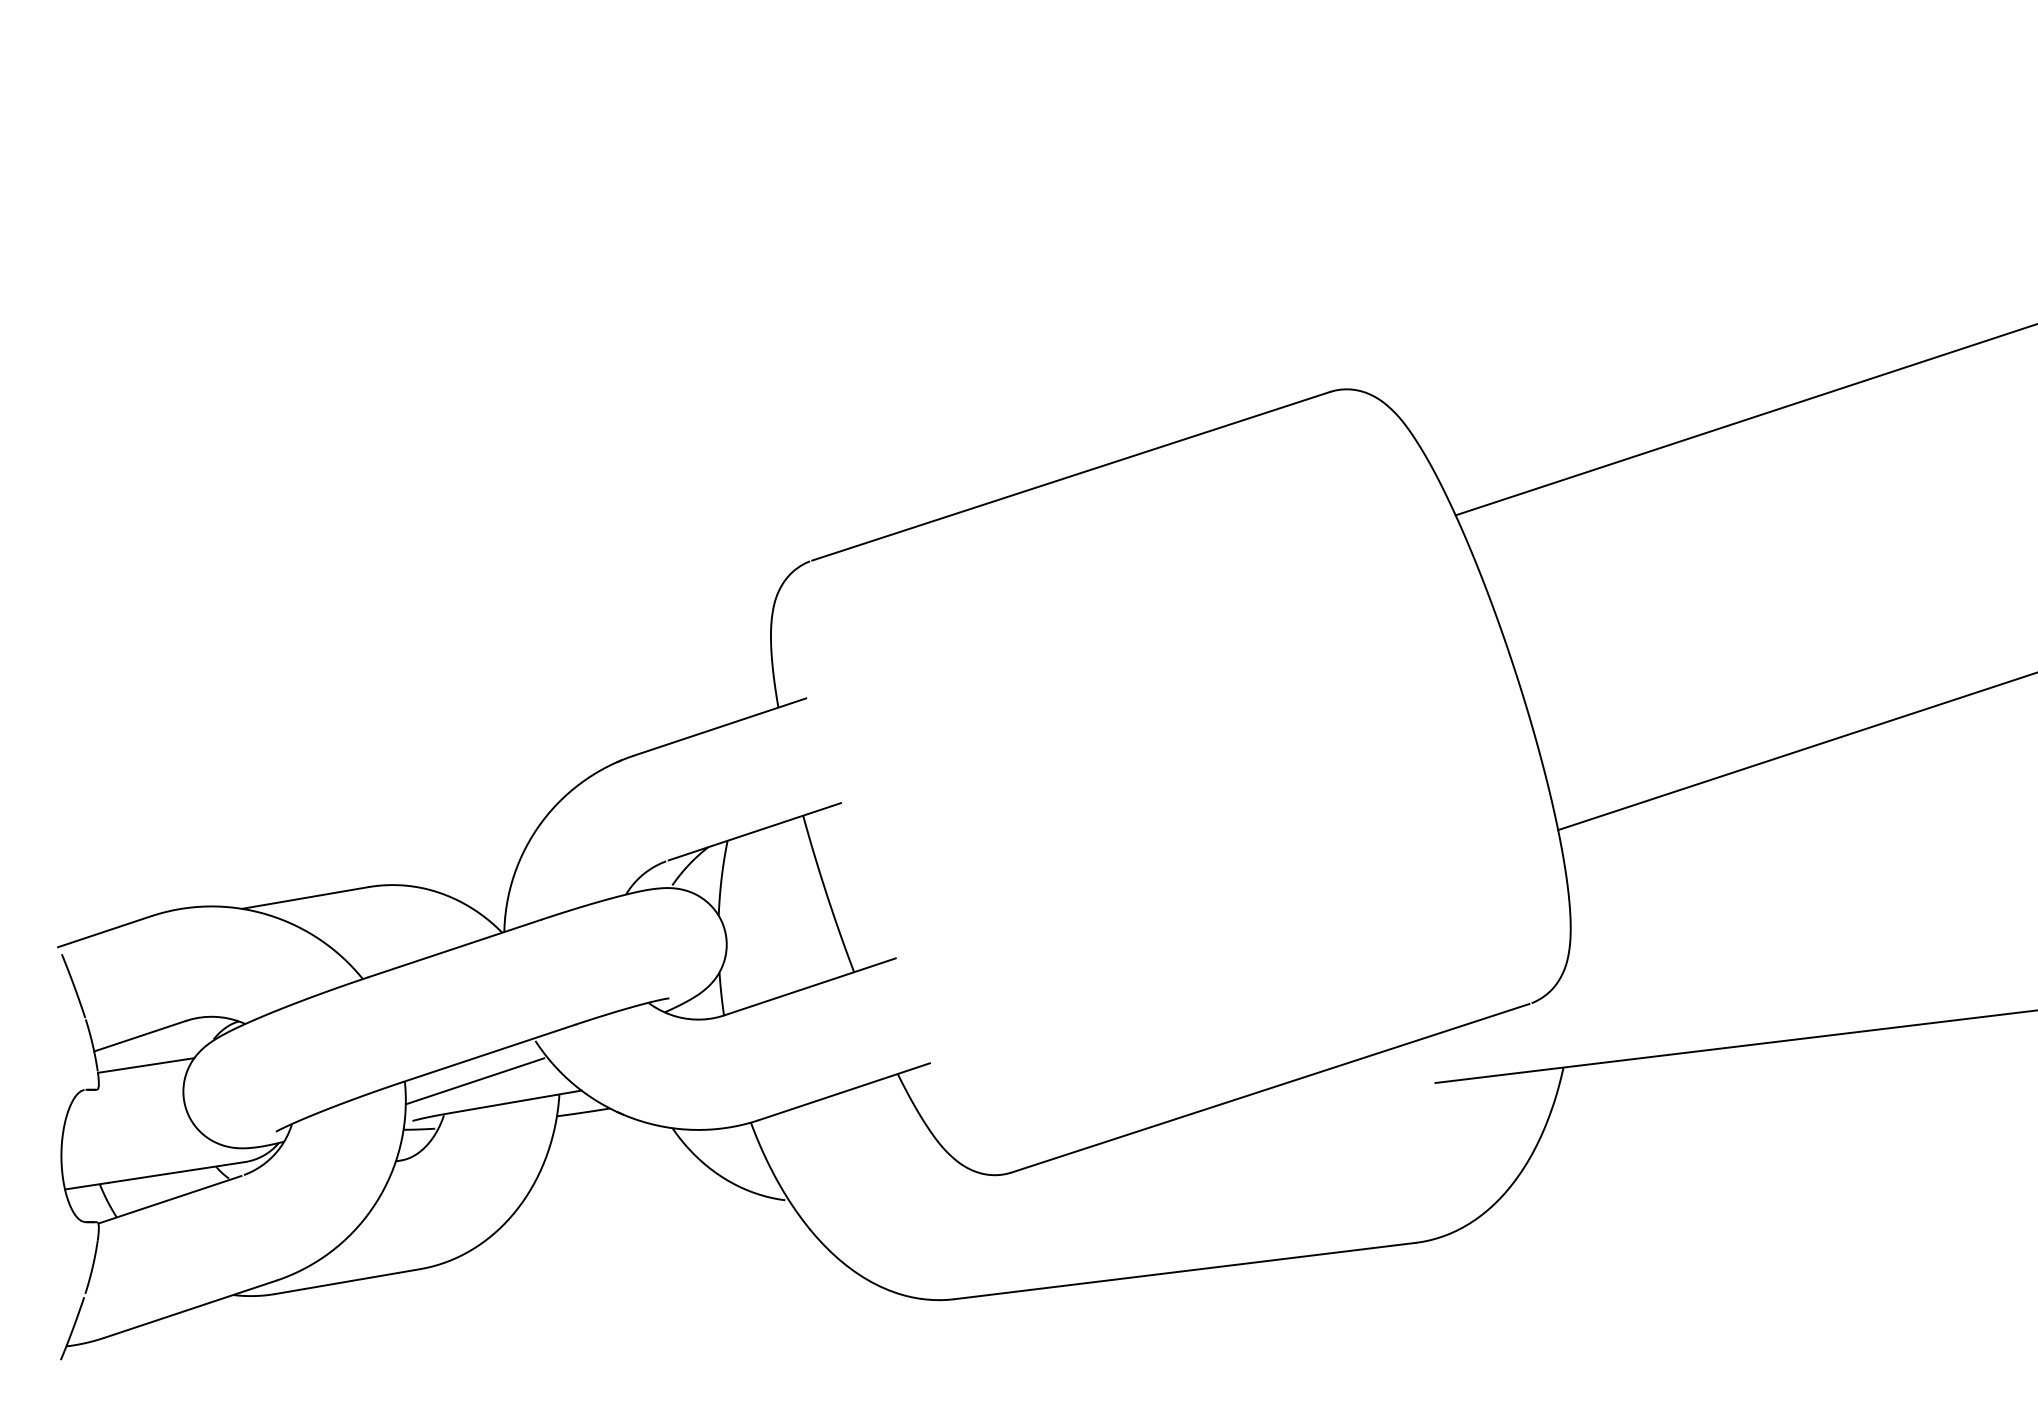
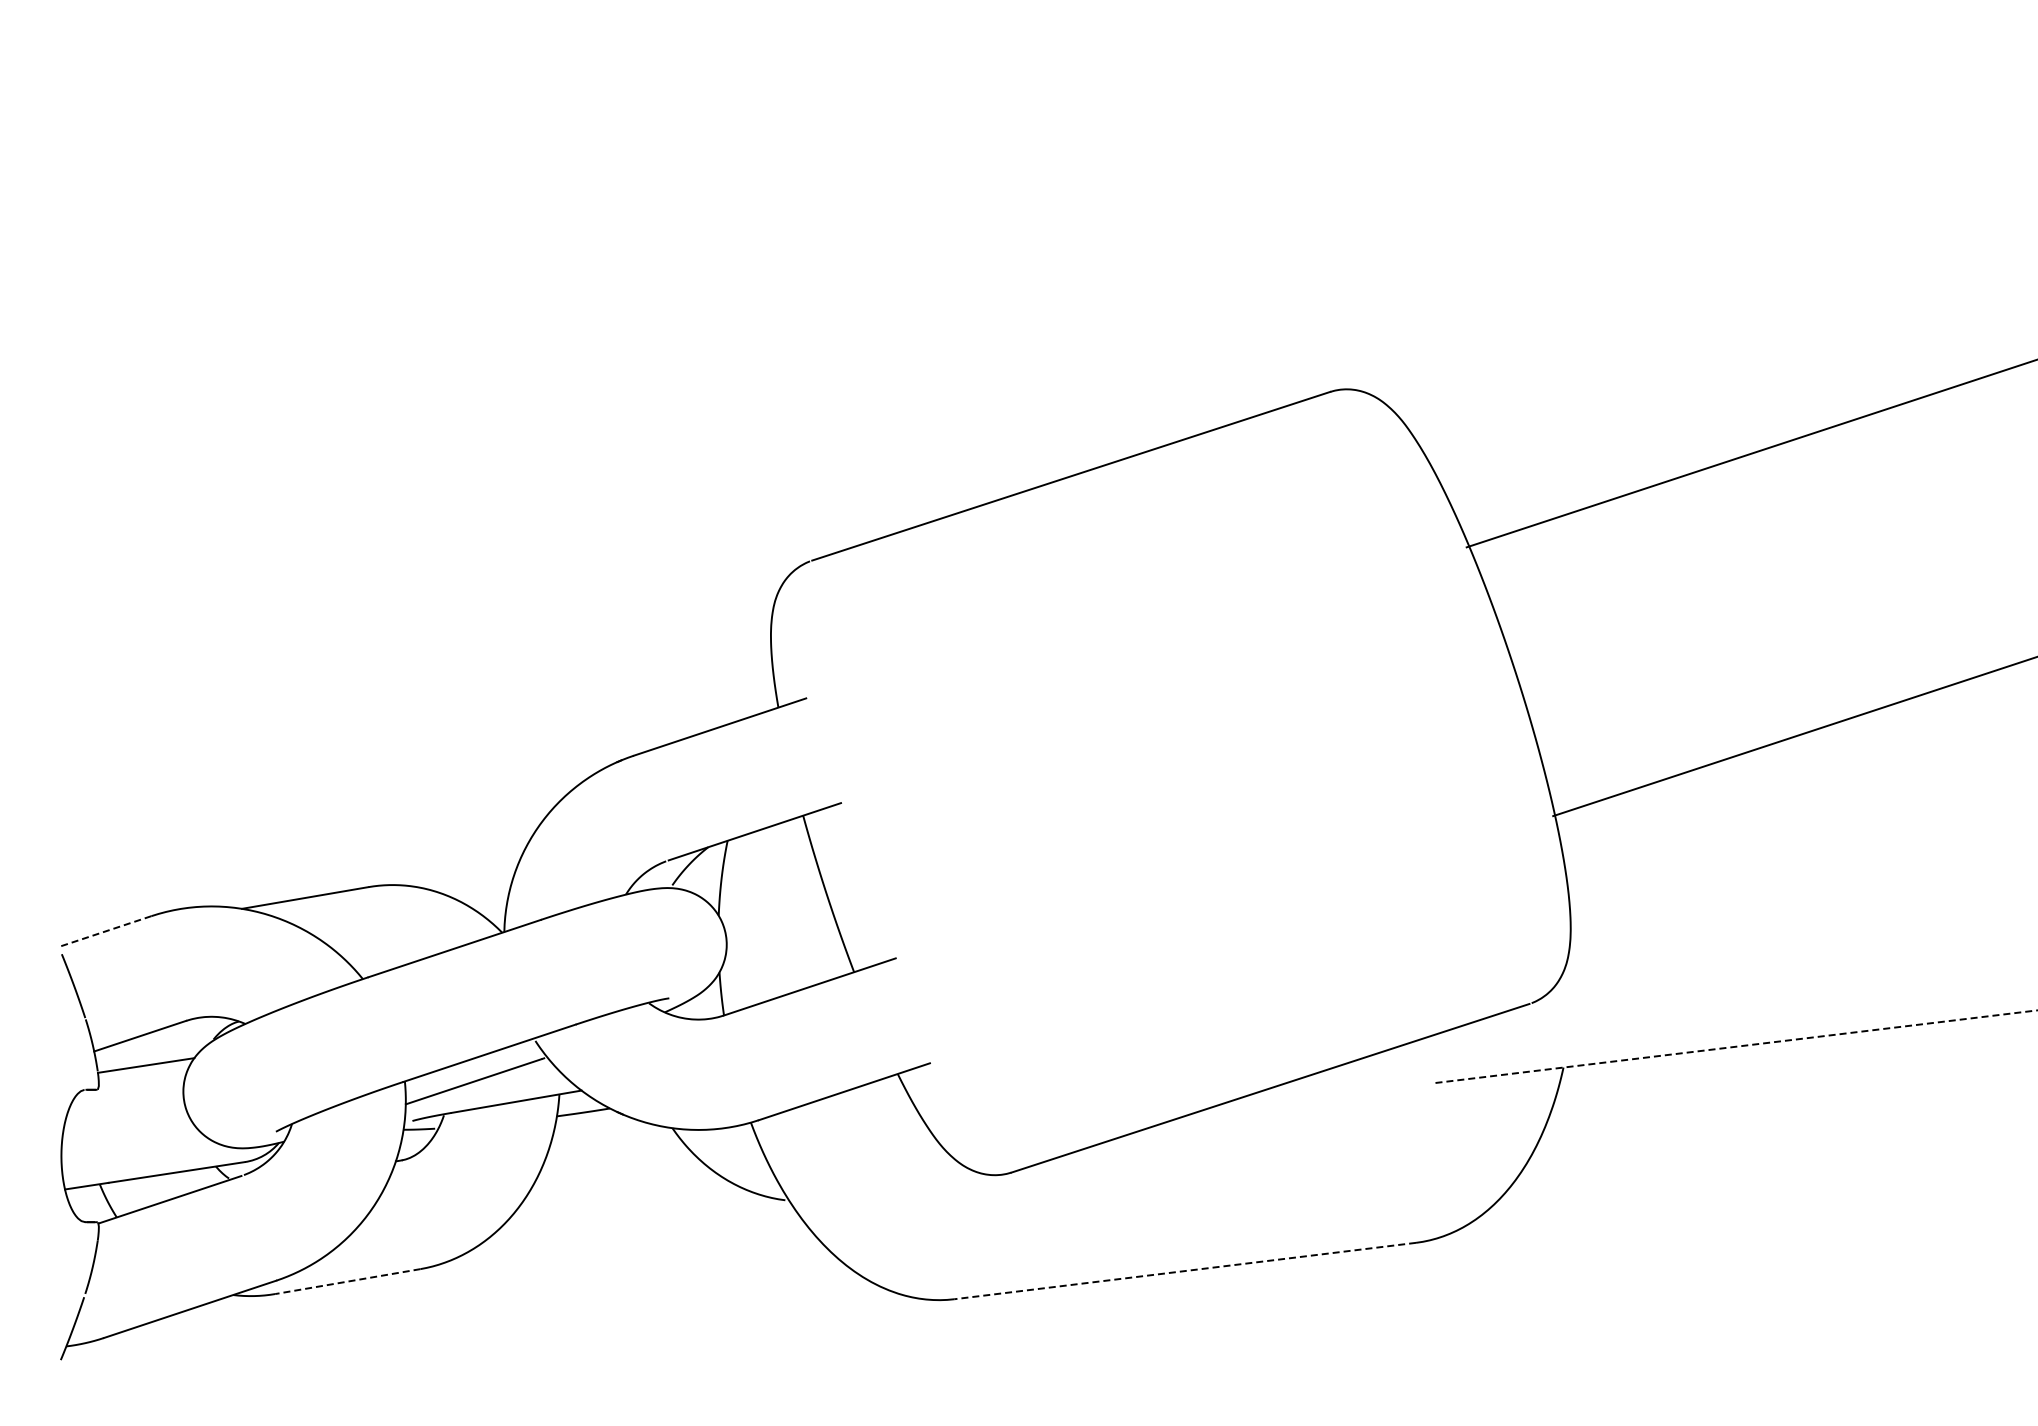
line at (1744, 420) position: (1744, 420) -> (1750, 453)
line at (1796, 751) position: (1796, 751) -> (1793, 736)
line at (104, 931): solid -> dashed
line at (1737, 1046): solid -> dashed
line at (1185, 1271): solid -> dashed
line at (347, 1281): solid -> dashed
